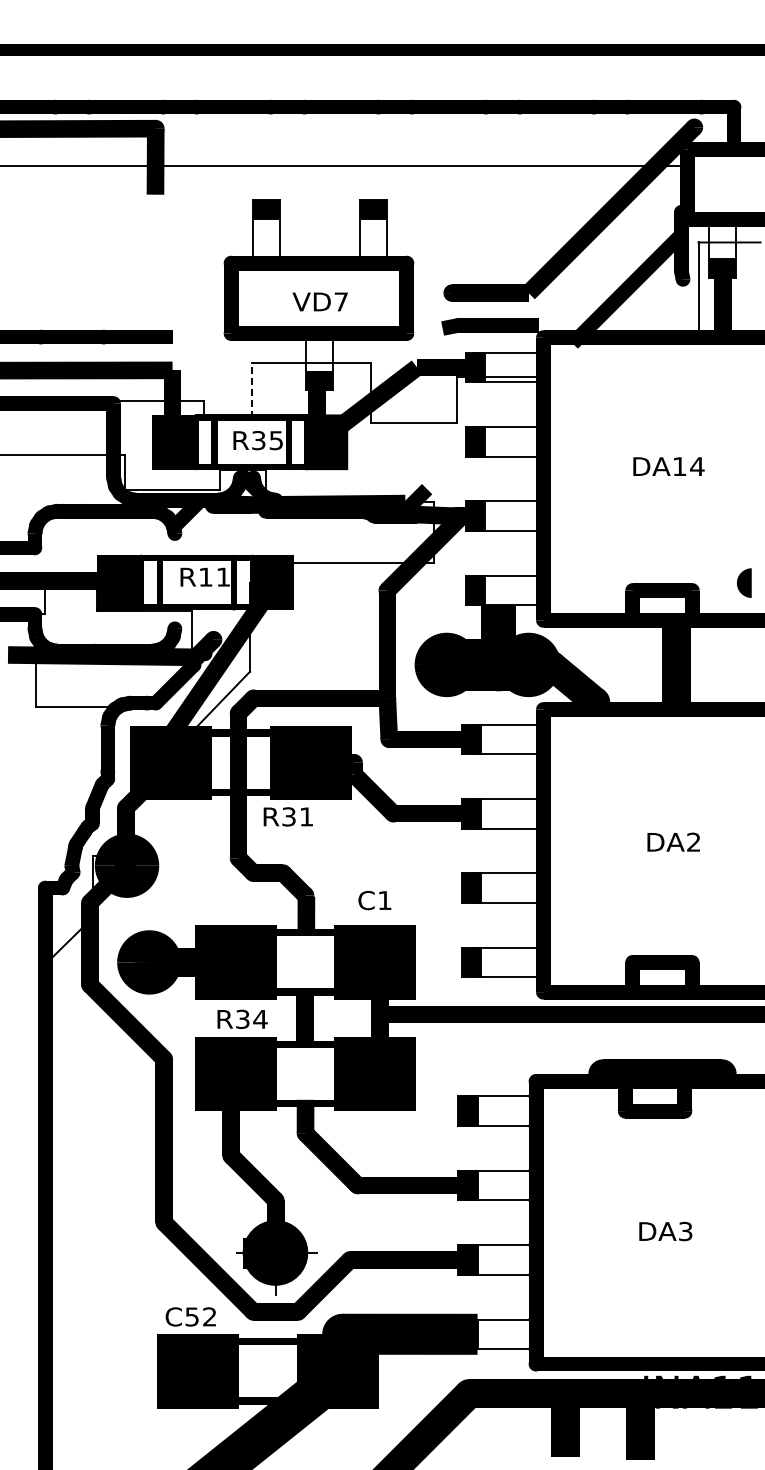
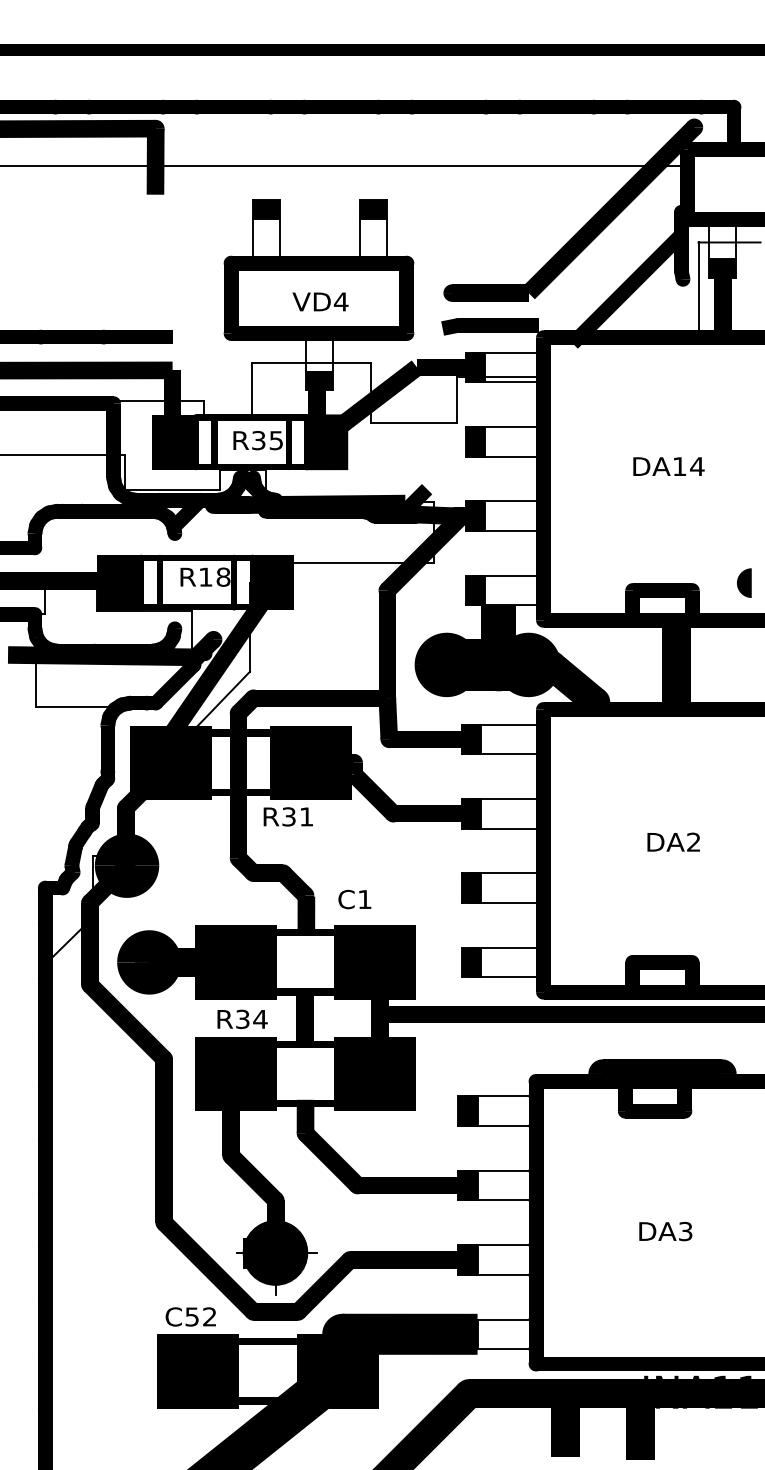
text at (340, 301): VD7 -> VD4
line at (251, 389): dashed -> solid
text at (223, 576): R11 -> R18
text at (374, 900) position: (374, 900) -> (354, 899)
